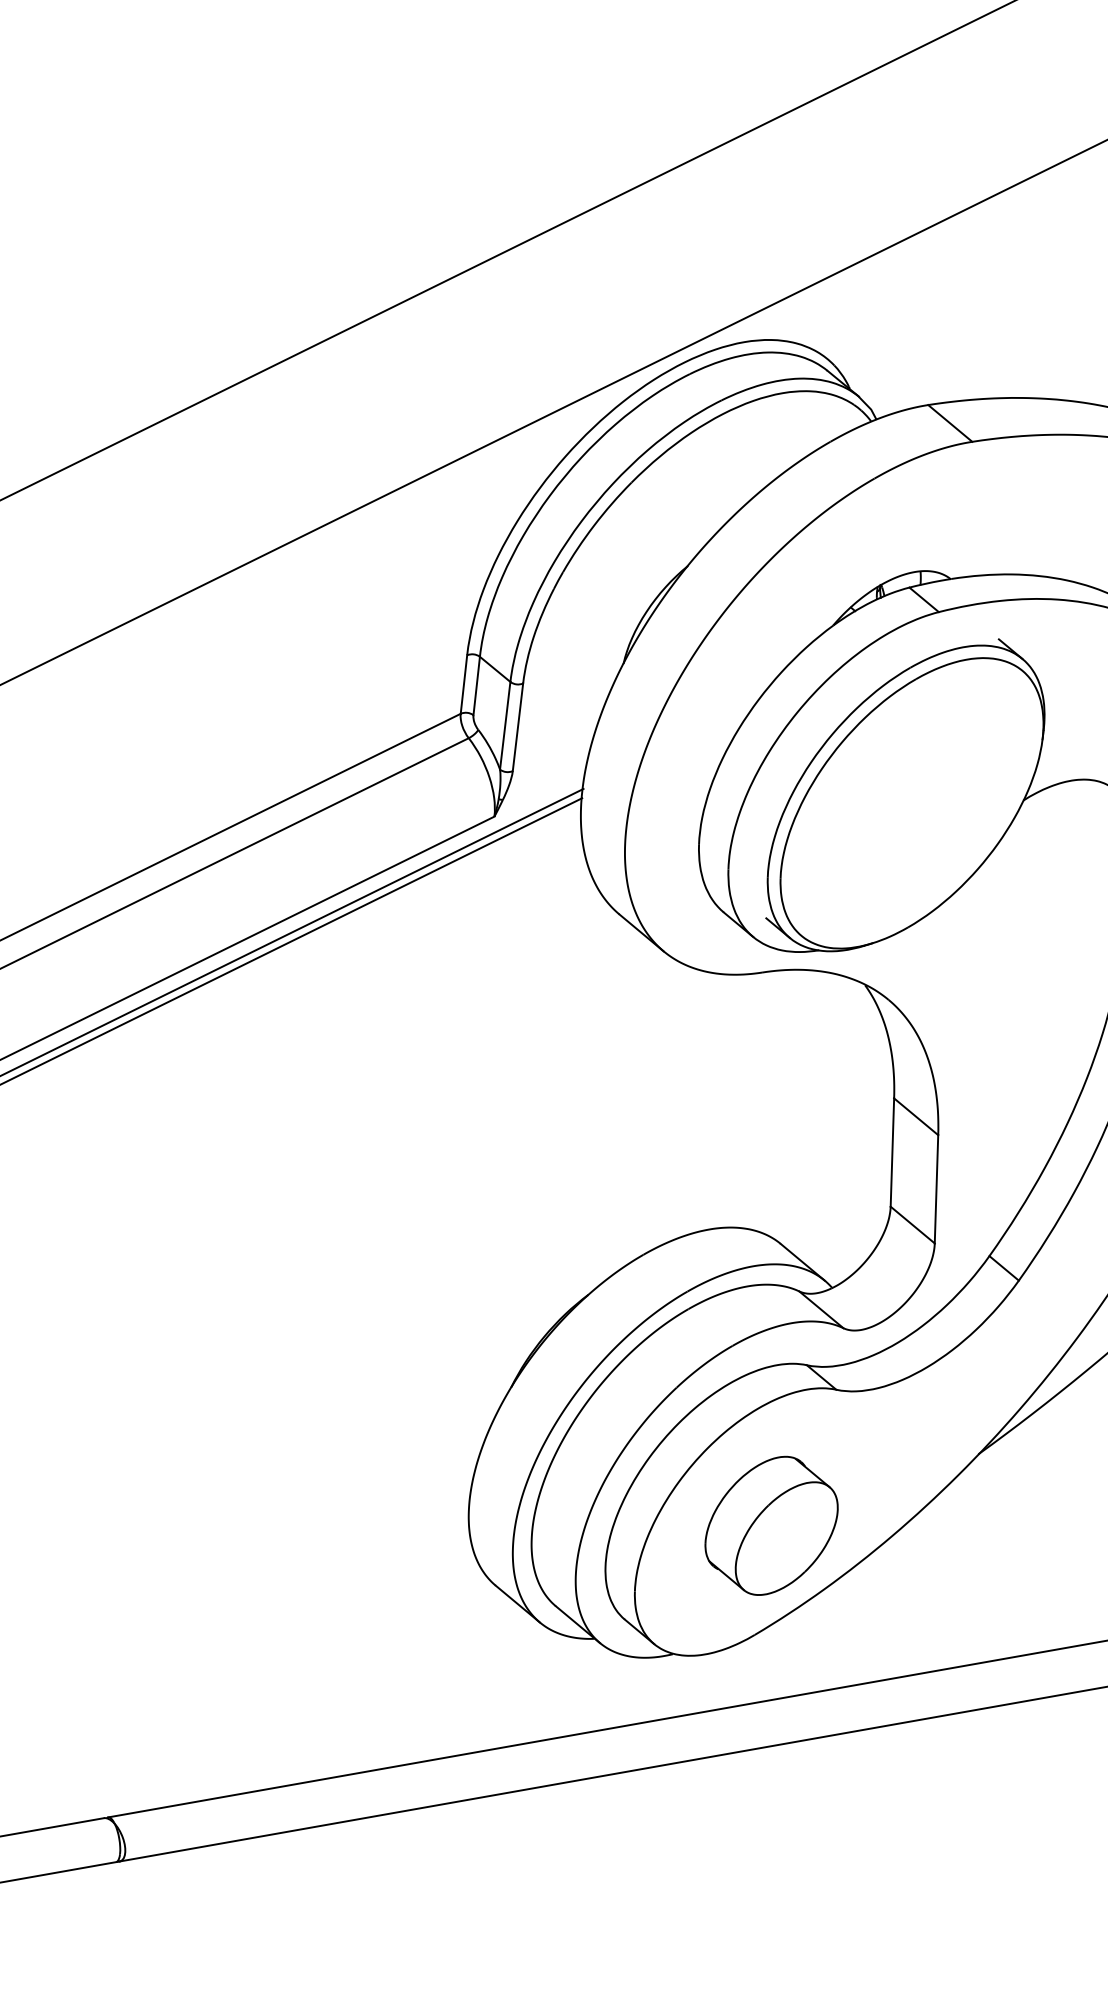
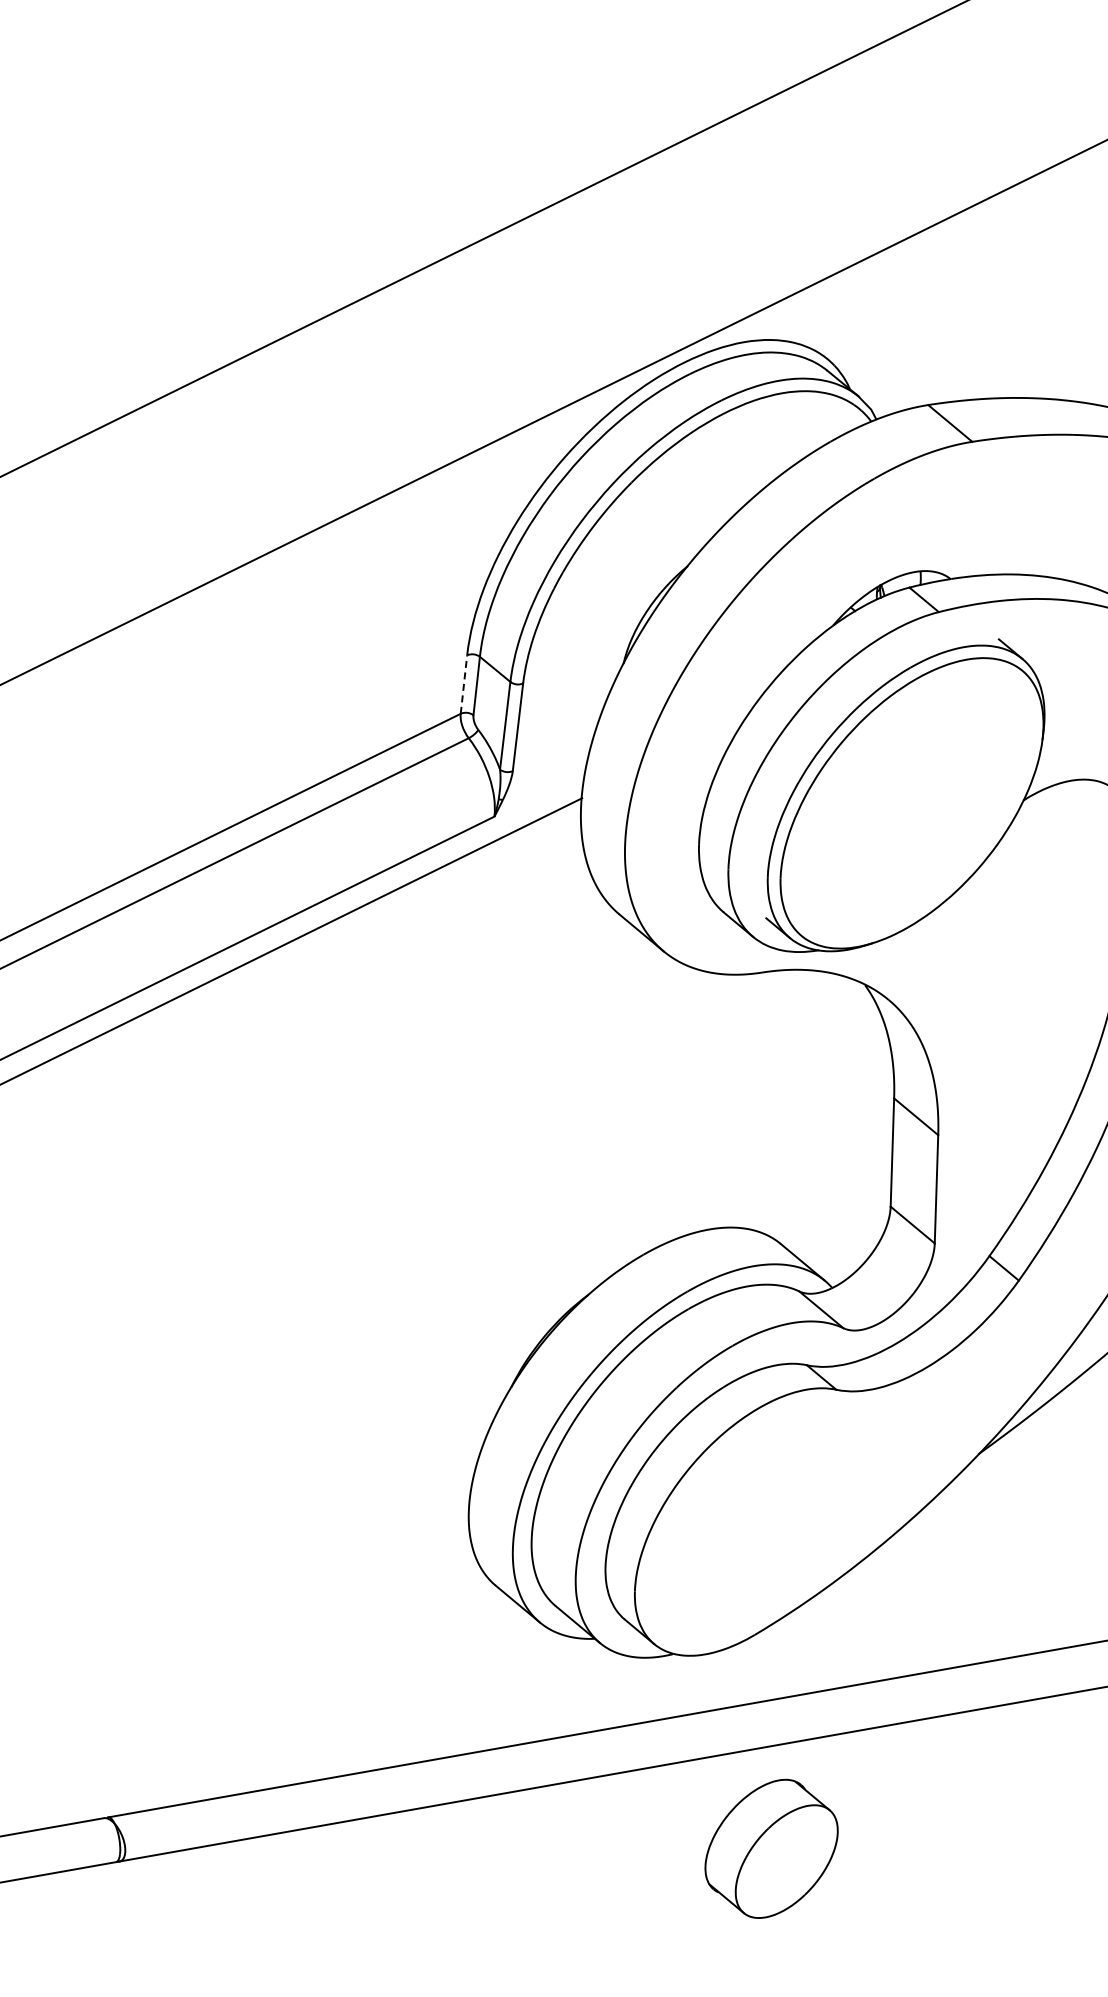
line at (506, 250) position: (506, 250) -> (483, 238)
line at (464, 684): solid -> dashed
line at (292, 931): present -> none
part at (771, 1525) position: (771, 1525) -> (771, 1848)
